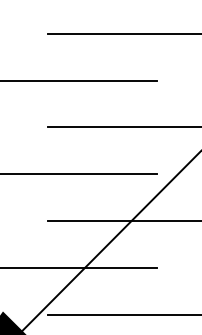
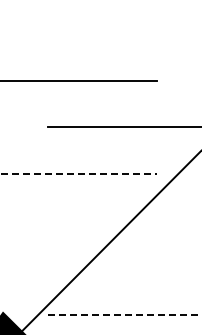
line at (123, 33): present -> none
line at (79, 174): solid -> dashed
line at (123, 220): present -> none
line at (79, 267): present -> none
line at (124, 314): solid -> dashed
